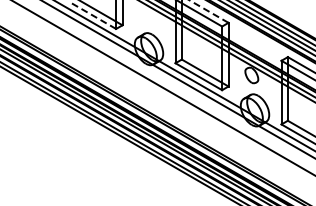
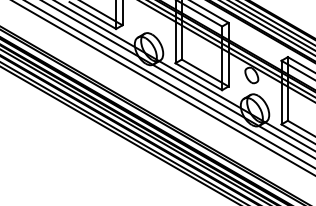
line at (208, 11): dashed -> solid
line at (92, 15): dashed -> solid
line at (169, 84): none -> present
